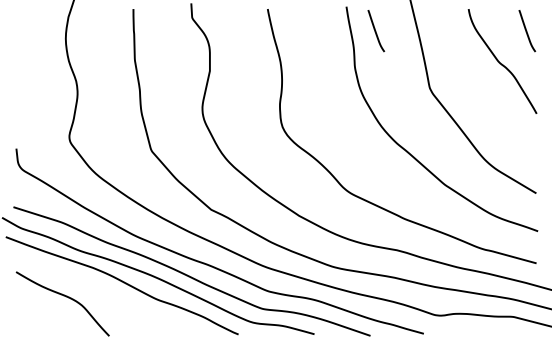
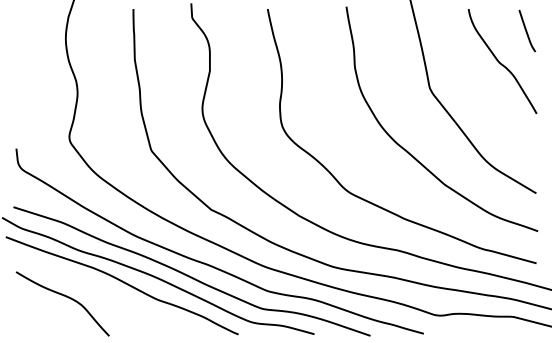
curve at (376, 31): present -> none
